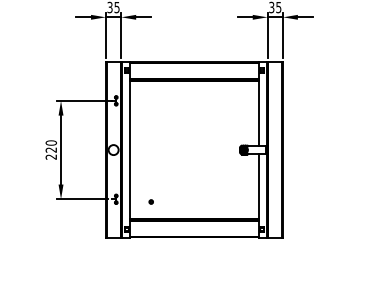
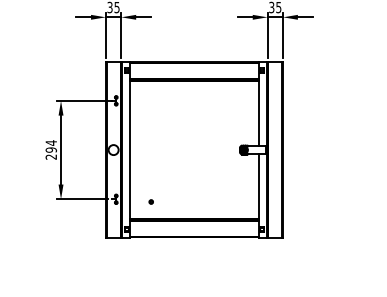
text at (51, 146): 220 -> 294
